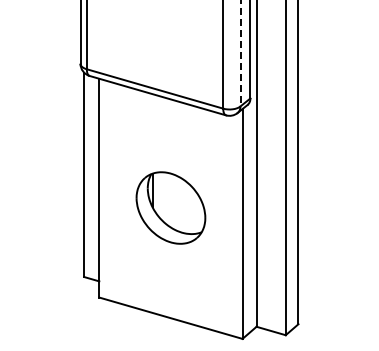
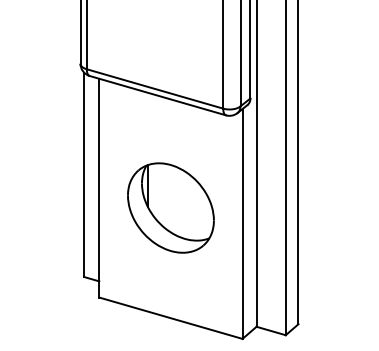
line at (240, 53): dashed -> solid
part at (170, 207) size: 72x74 px -> 88x92 px
